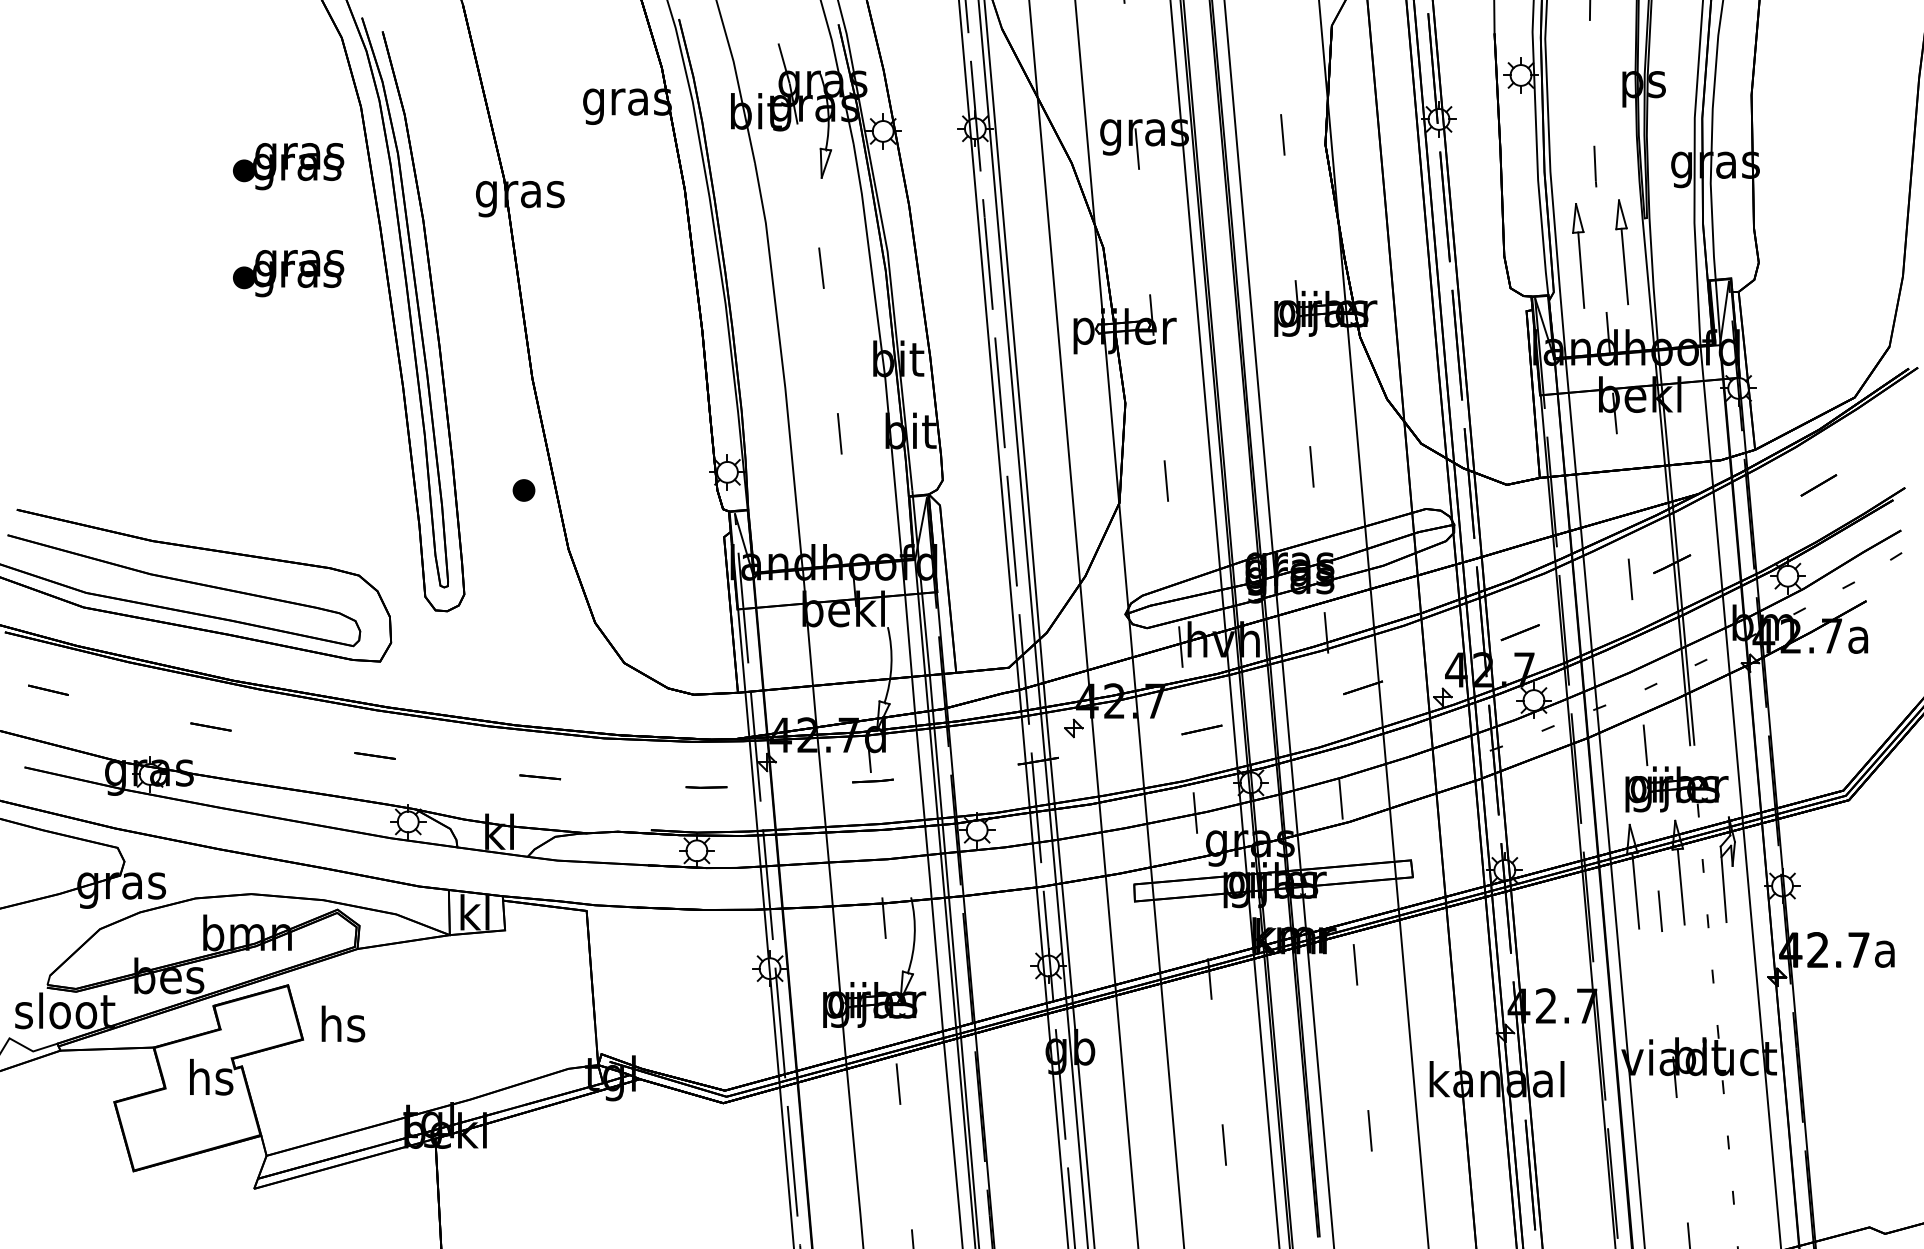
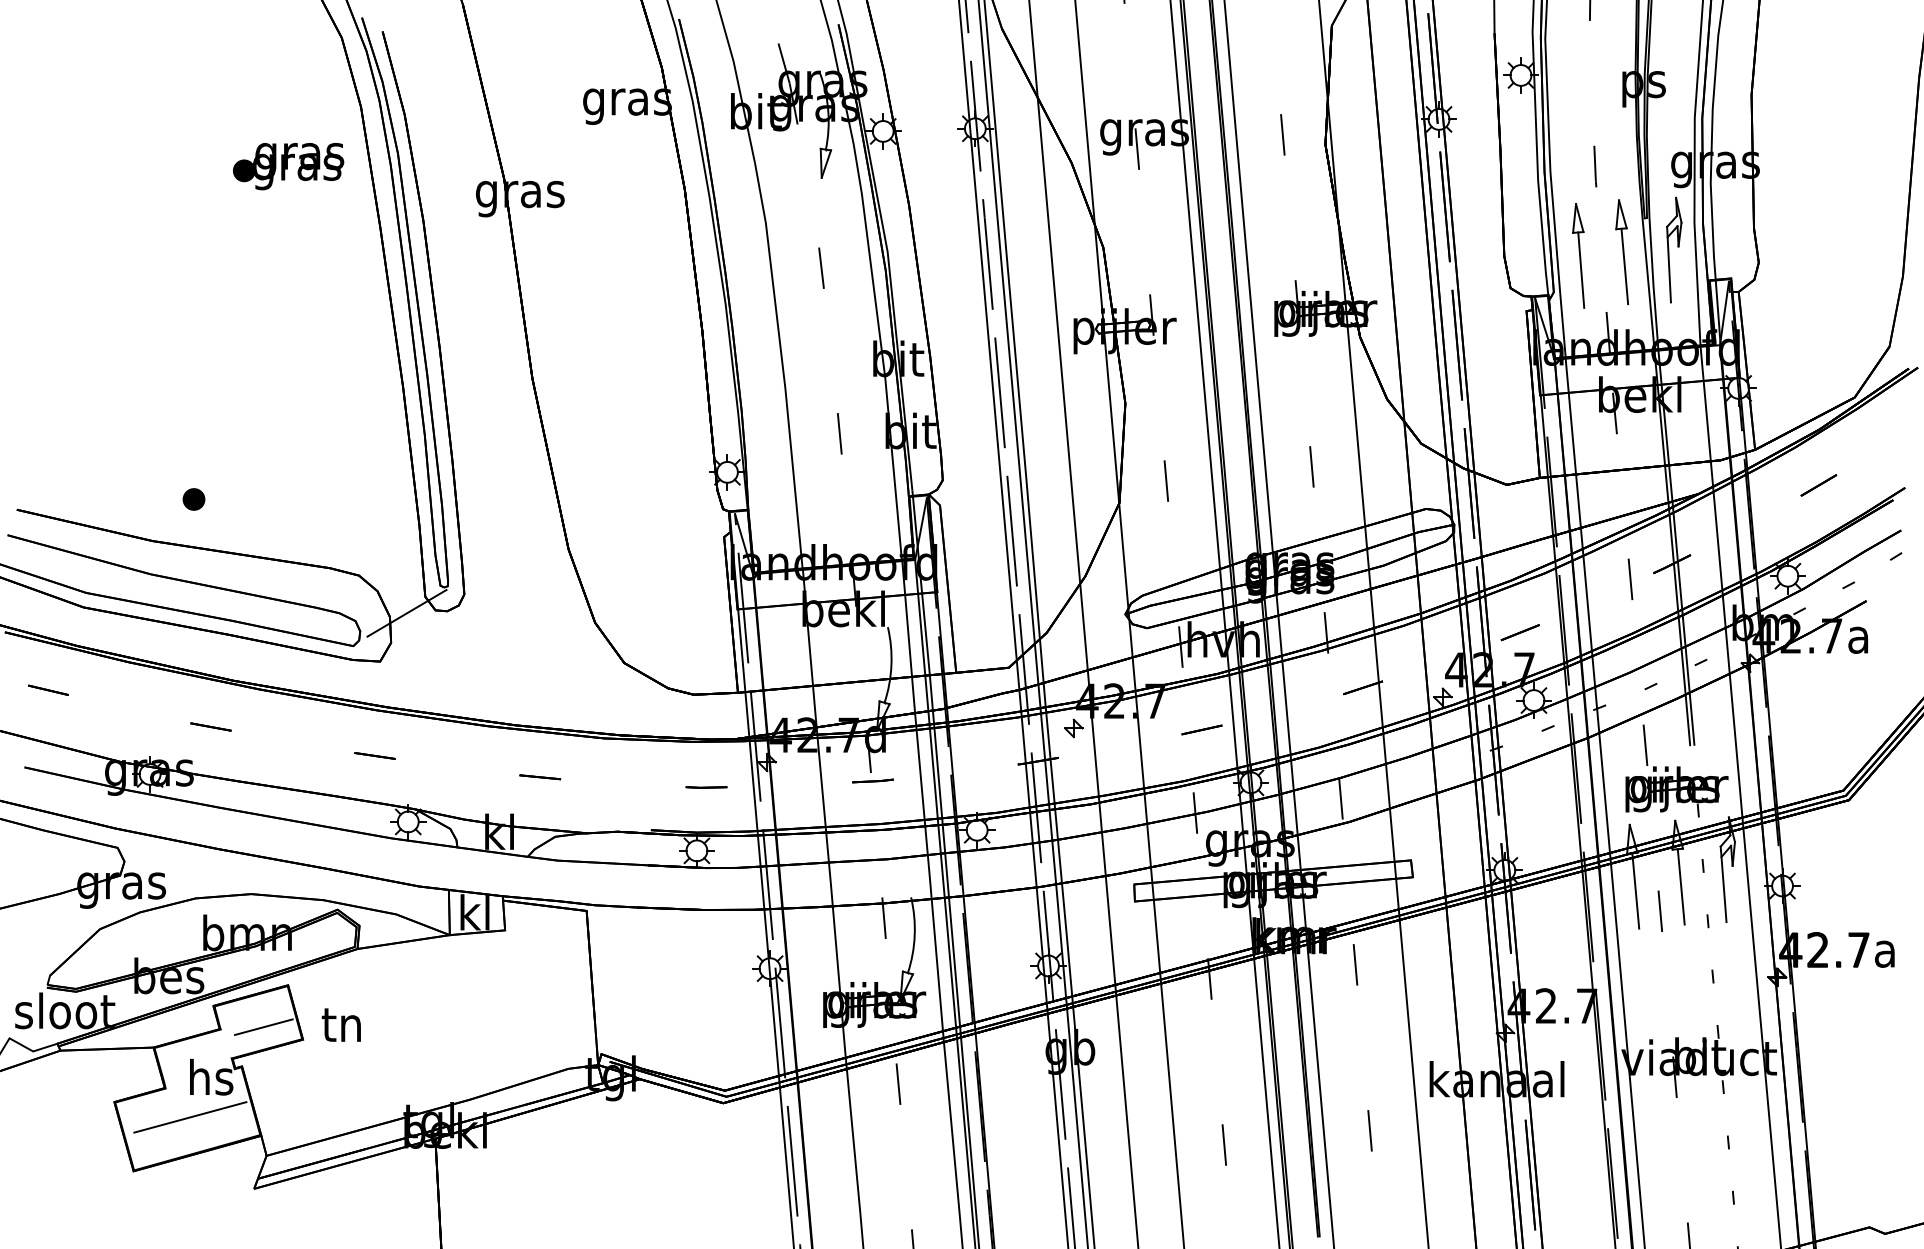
part at (1674, 249): none -> present
part at (288, 273): present -> none
part at (523, 490) position: (523, 490) -> (193, 499)
line at (406, 612): none -> present
text at (343, 1023): hs -> tn
line at (263, 1026): none -> present
line at (190, 1117): none -> present
